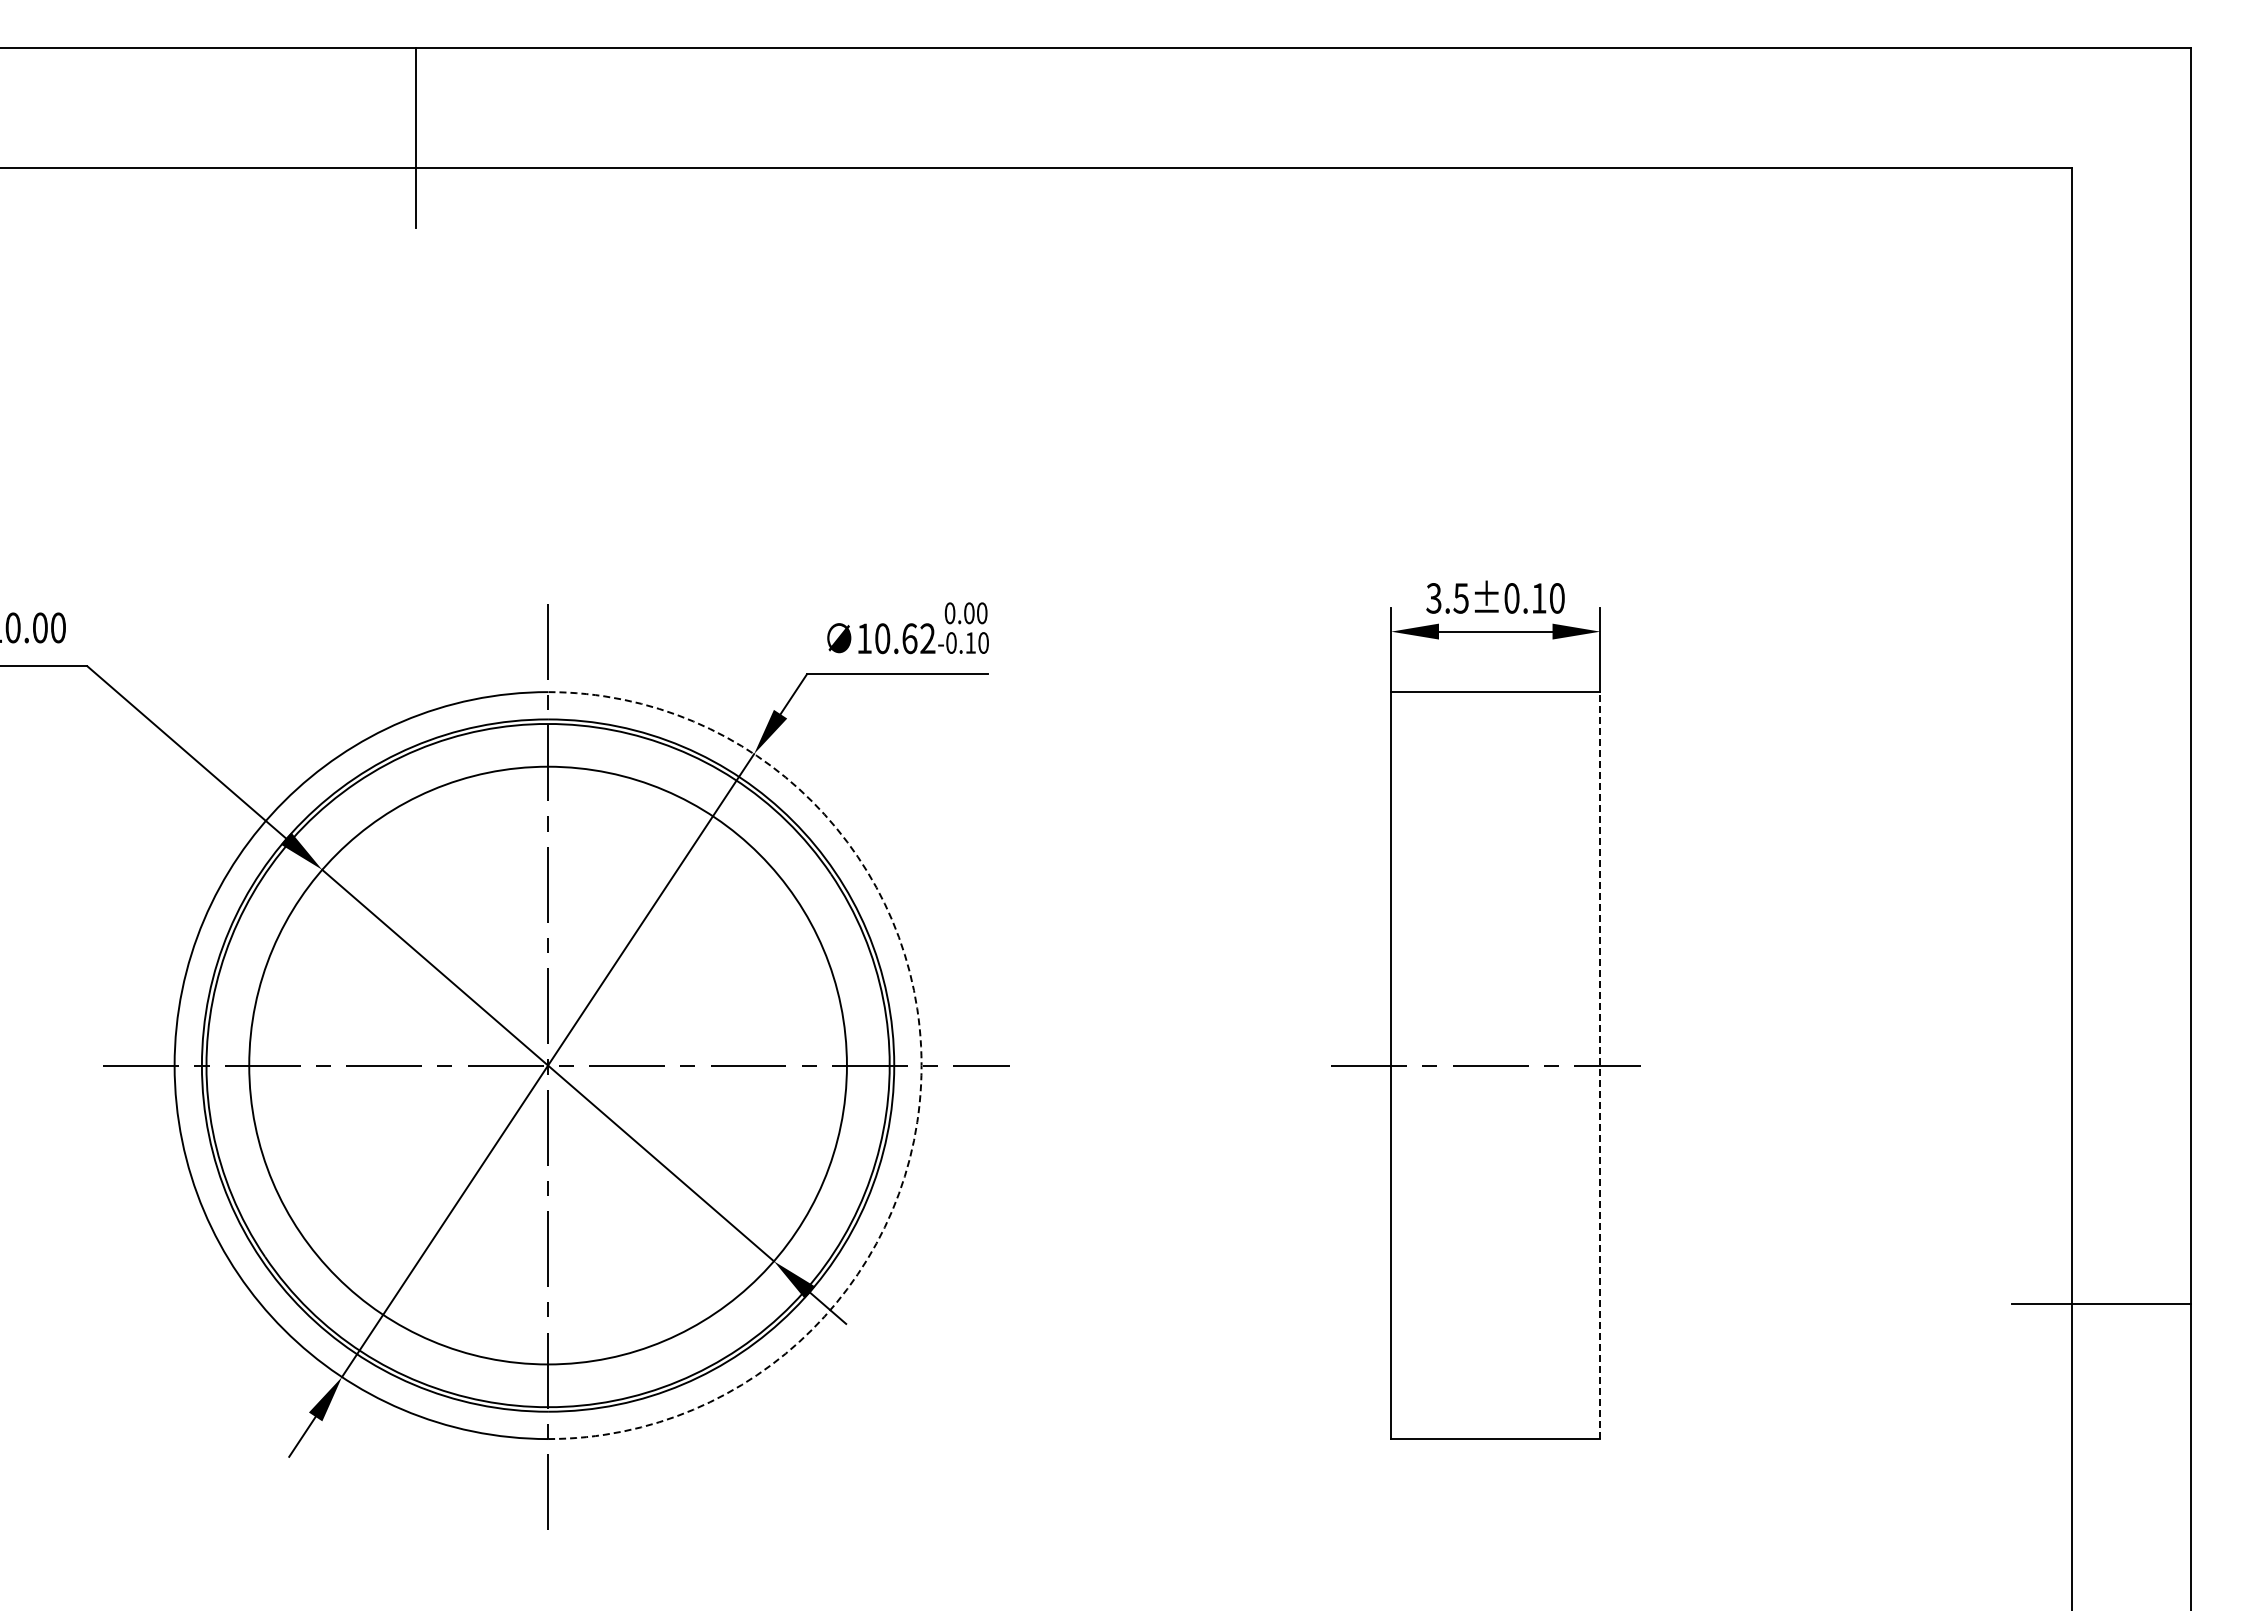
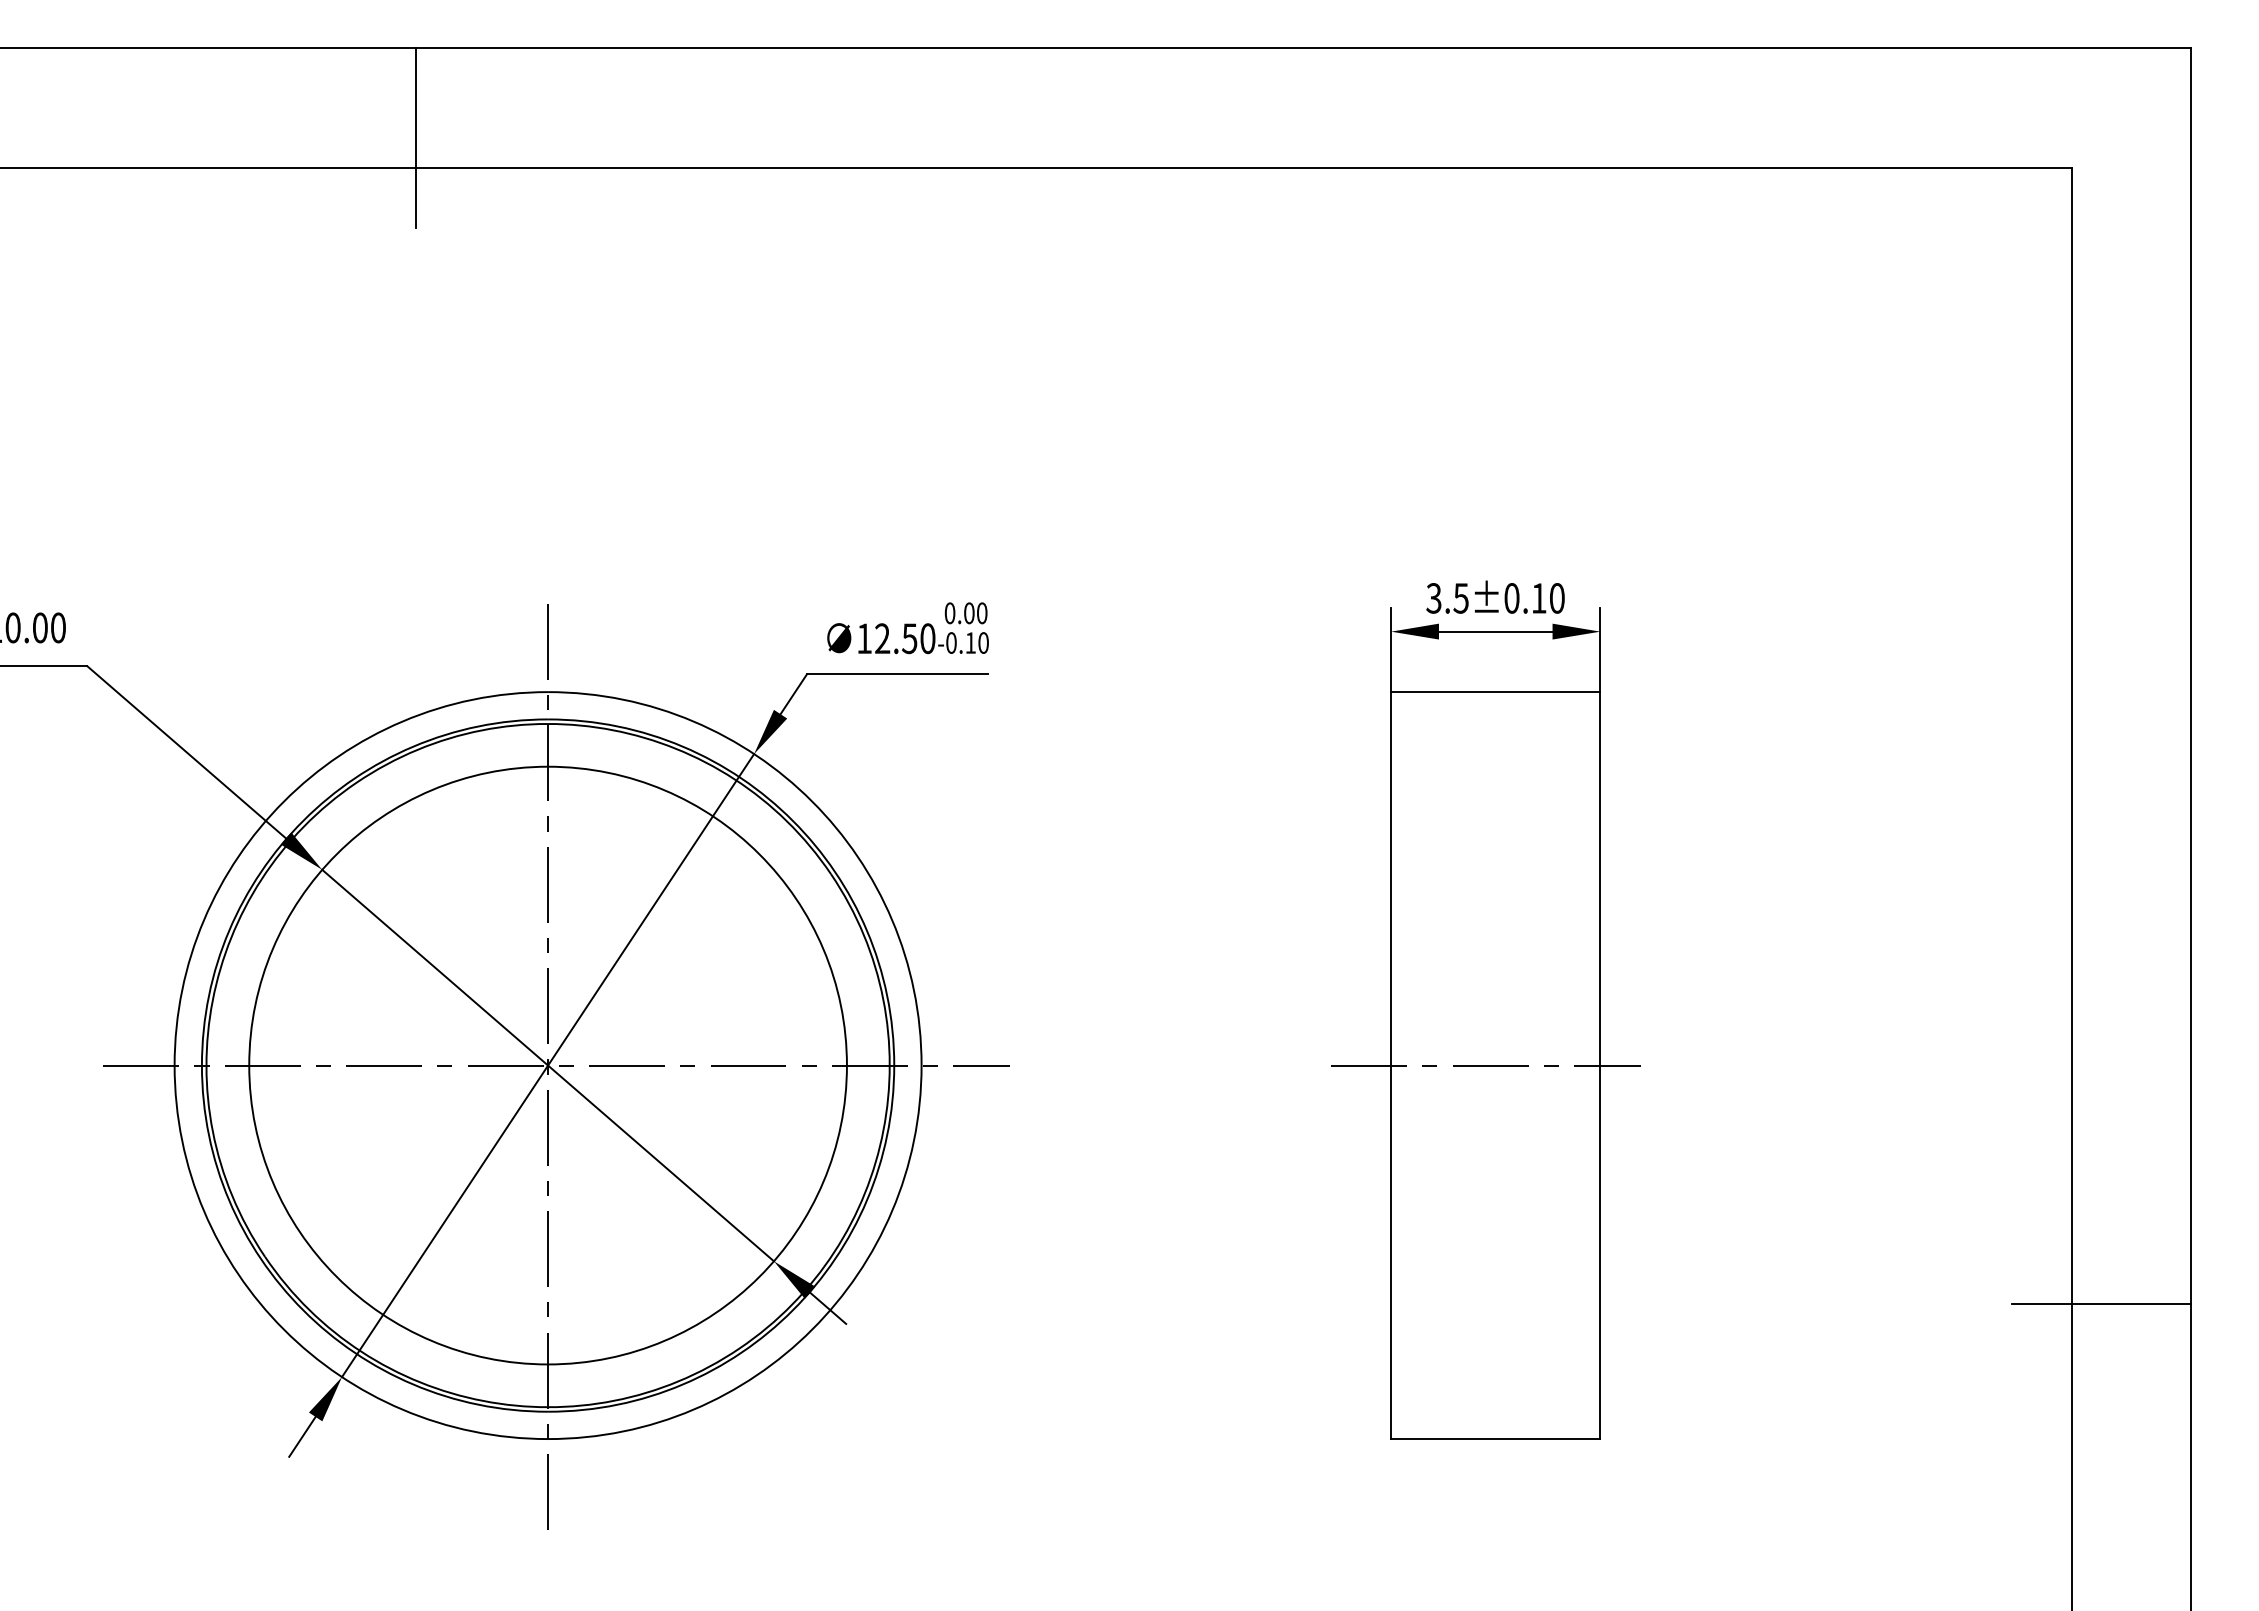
text at (905, 638): 10.62 -> 12.50
arc at (921, 1065): dashed -> solid
line at (1600, 1065): dashed -> solid
